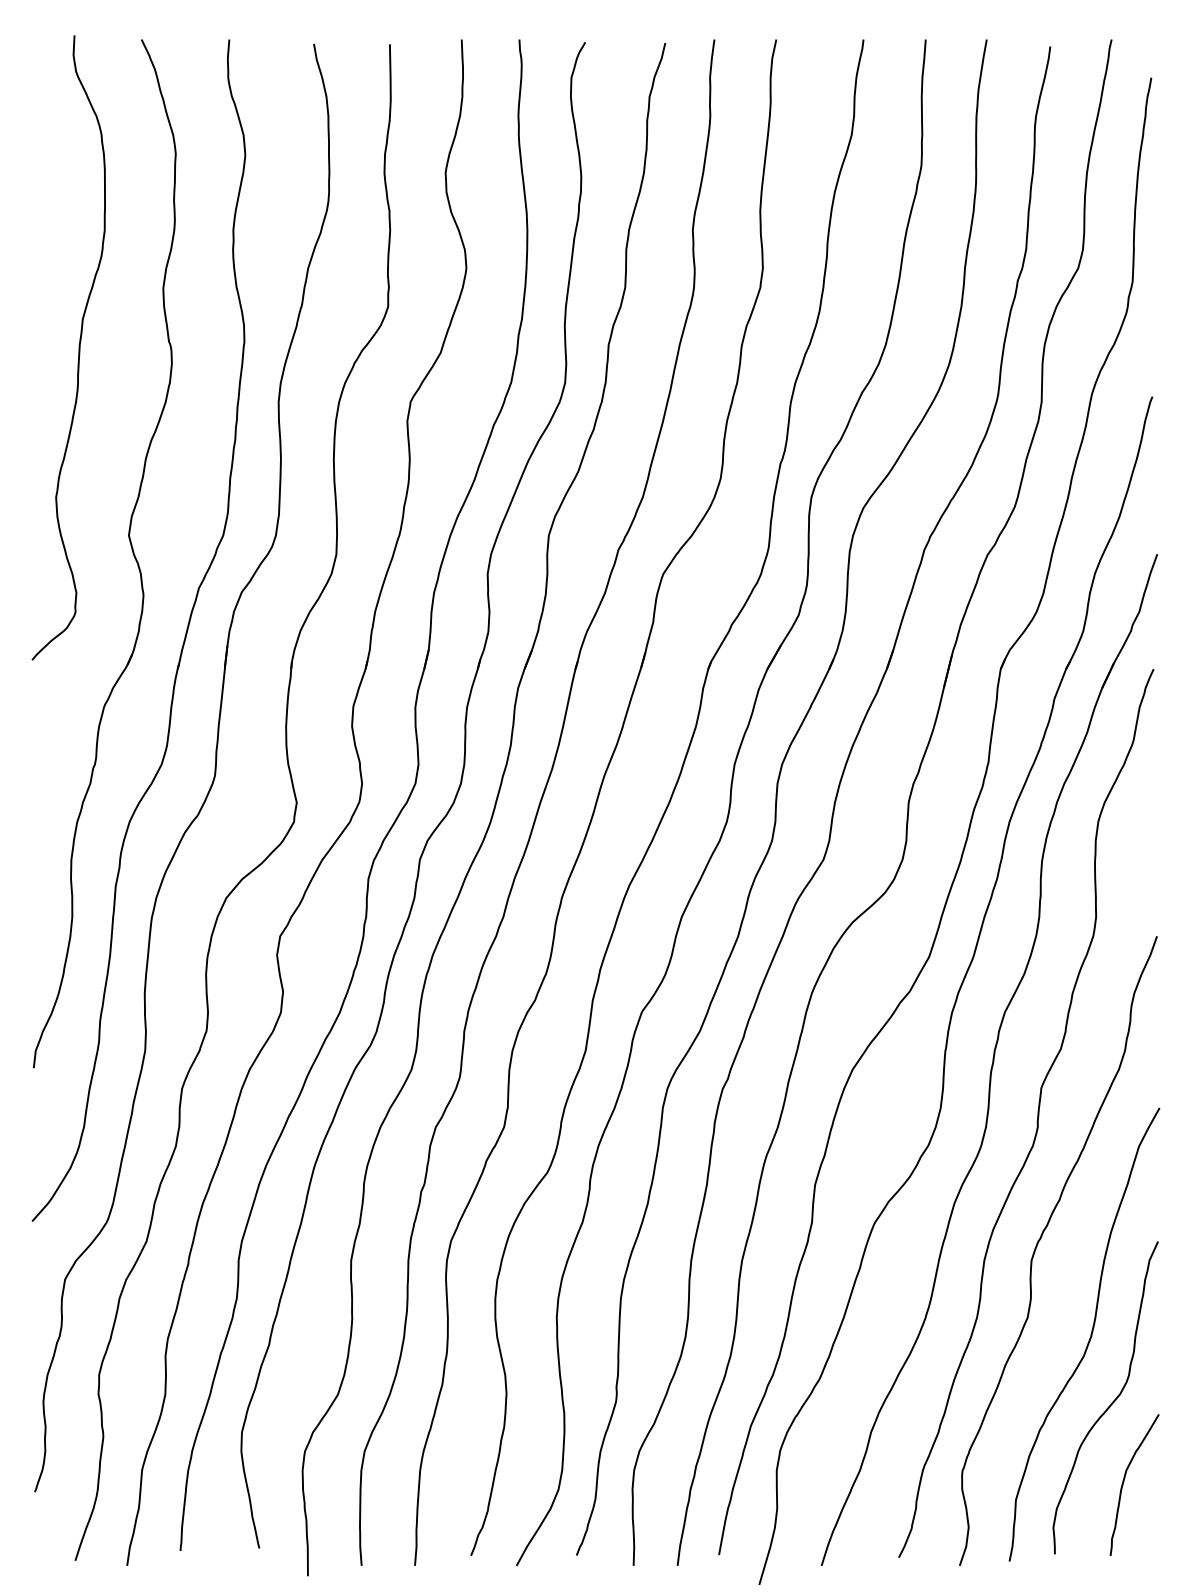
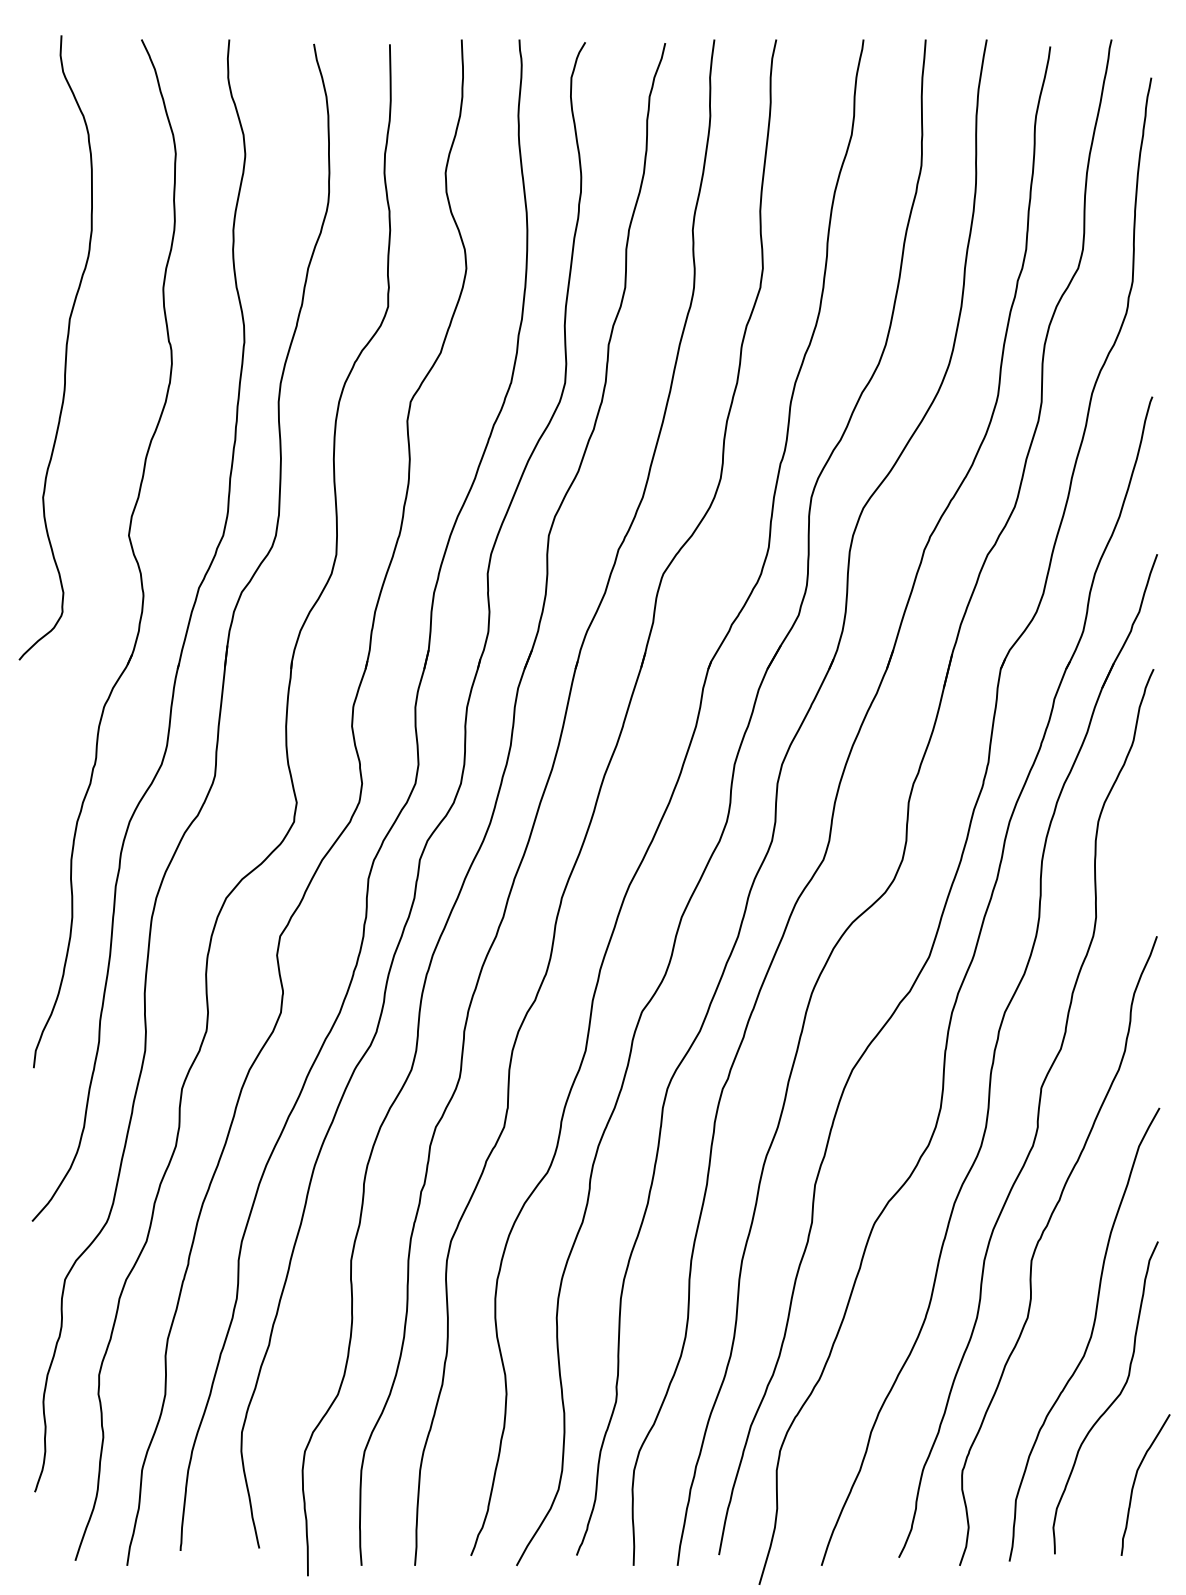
curve at (78, 347) position: (78, 347) -> (65, 347)
curve at (1124, 1482) position: (1124, 1482) -> (1135, 1482)
